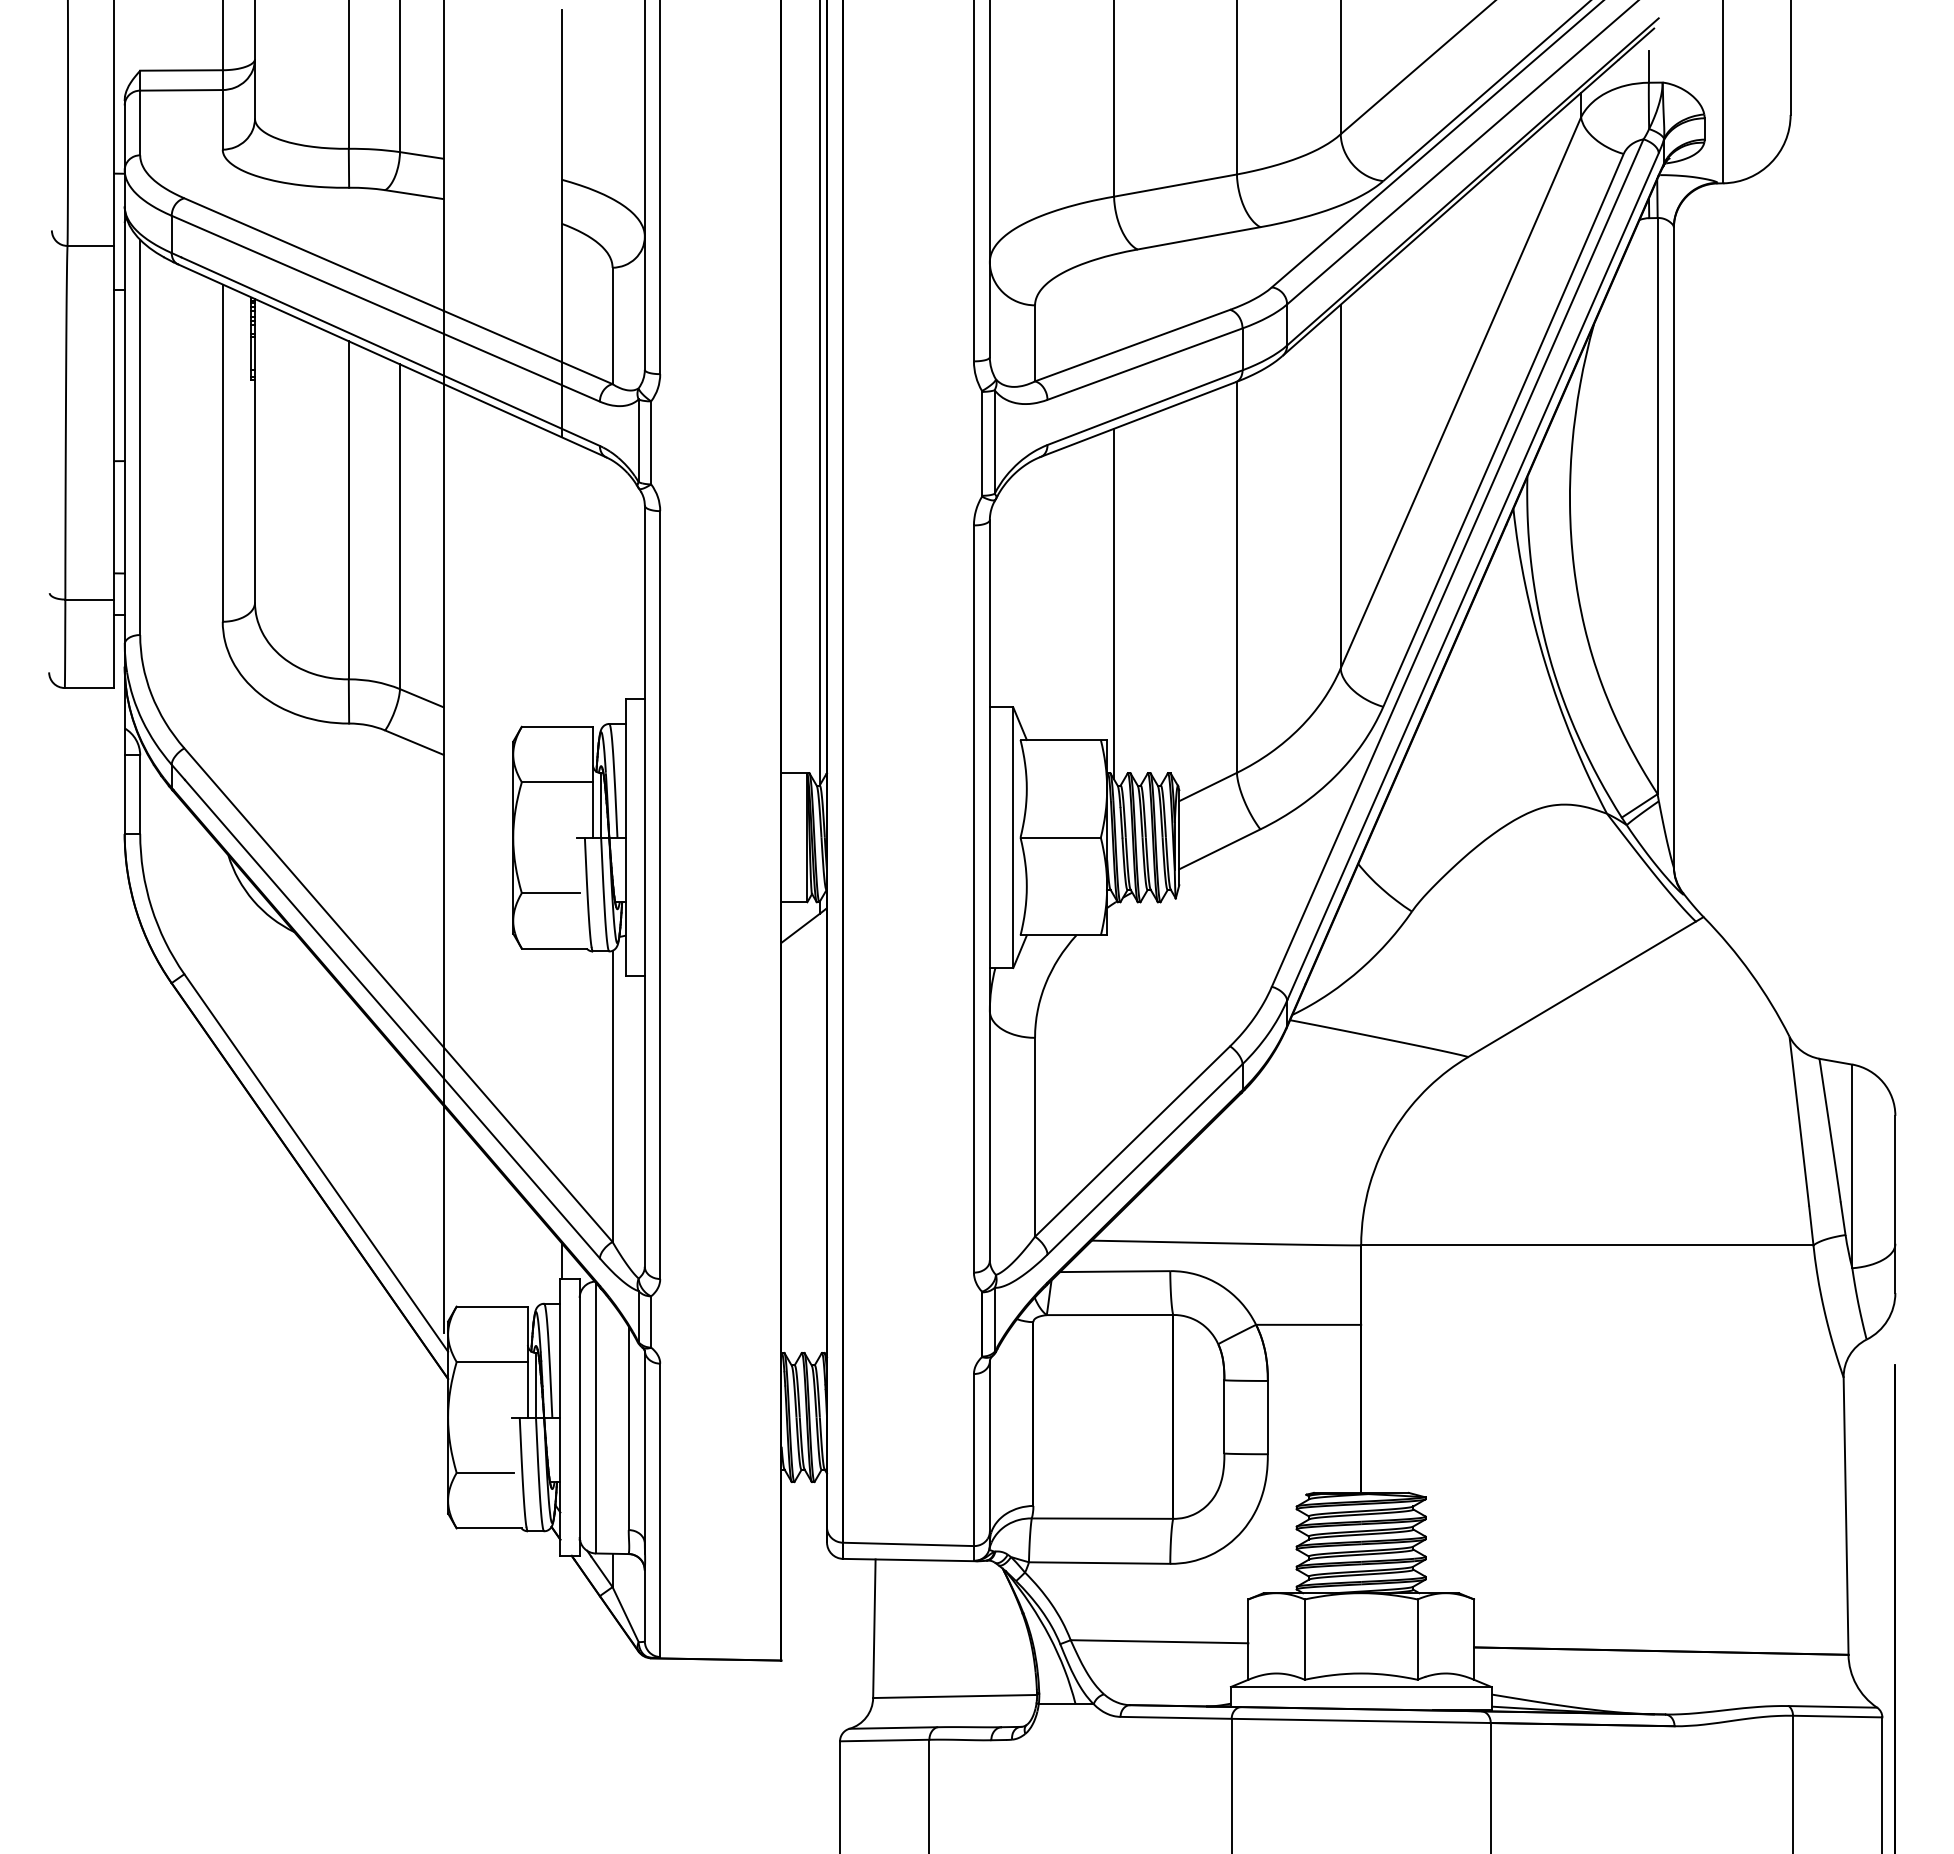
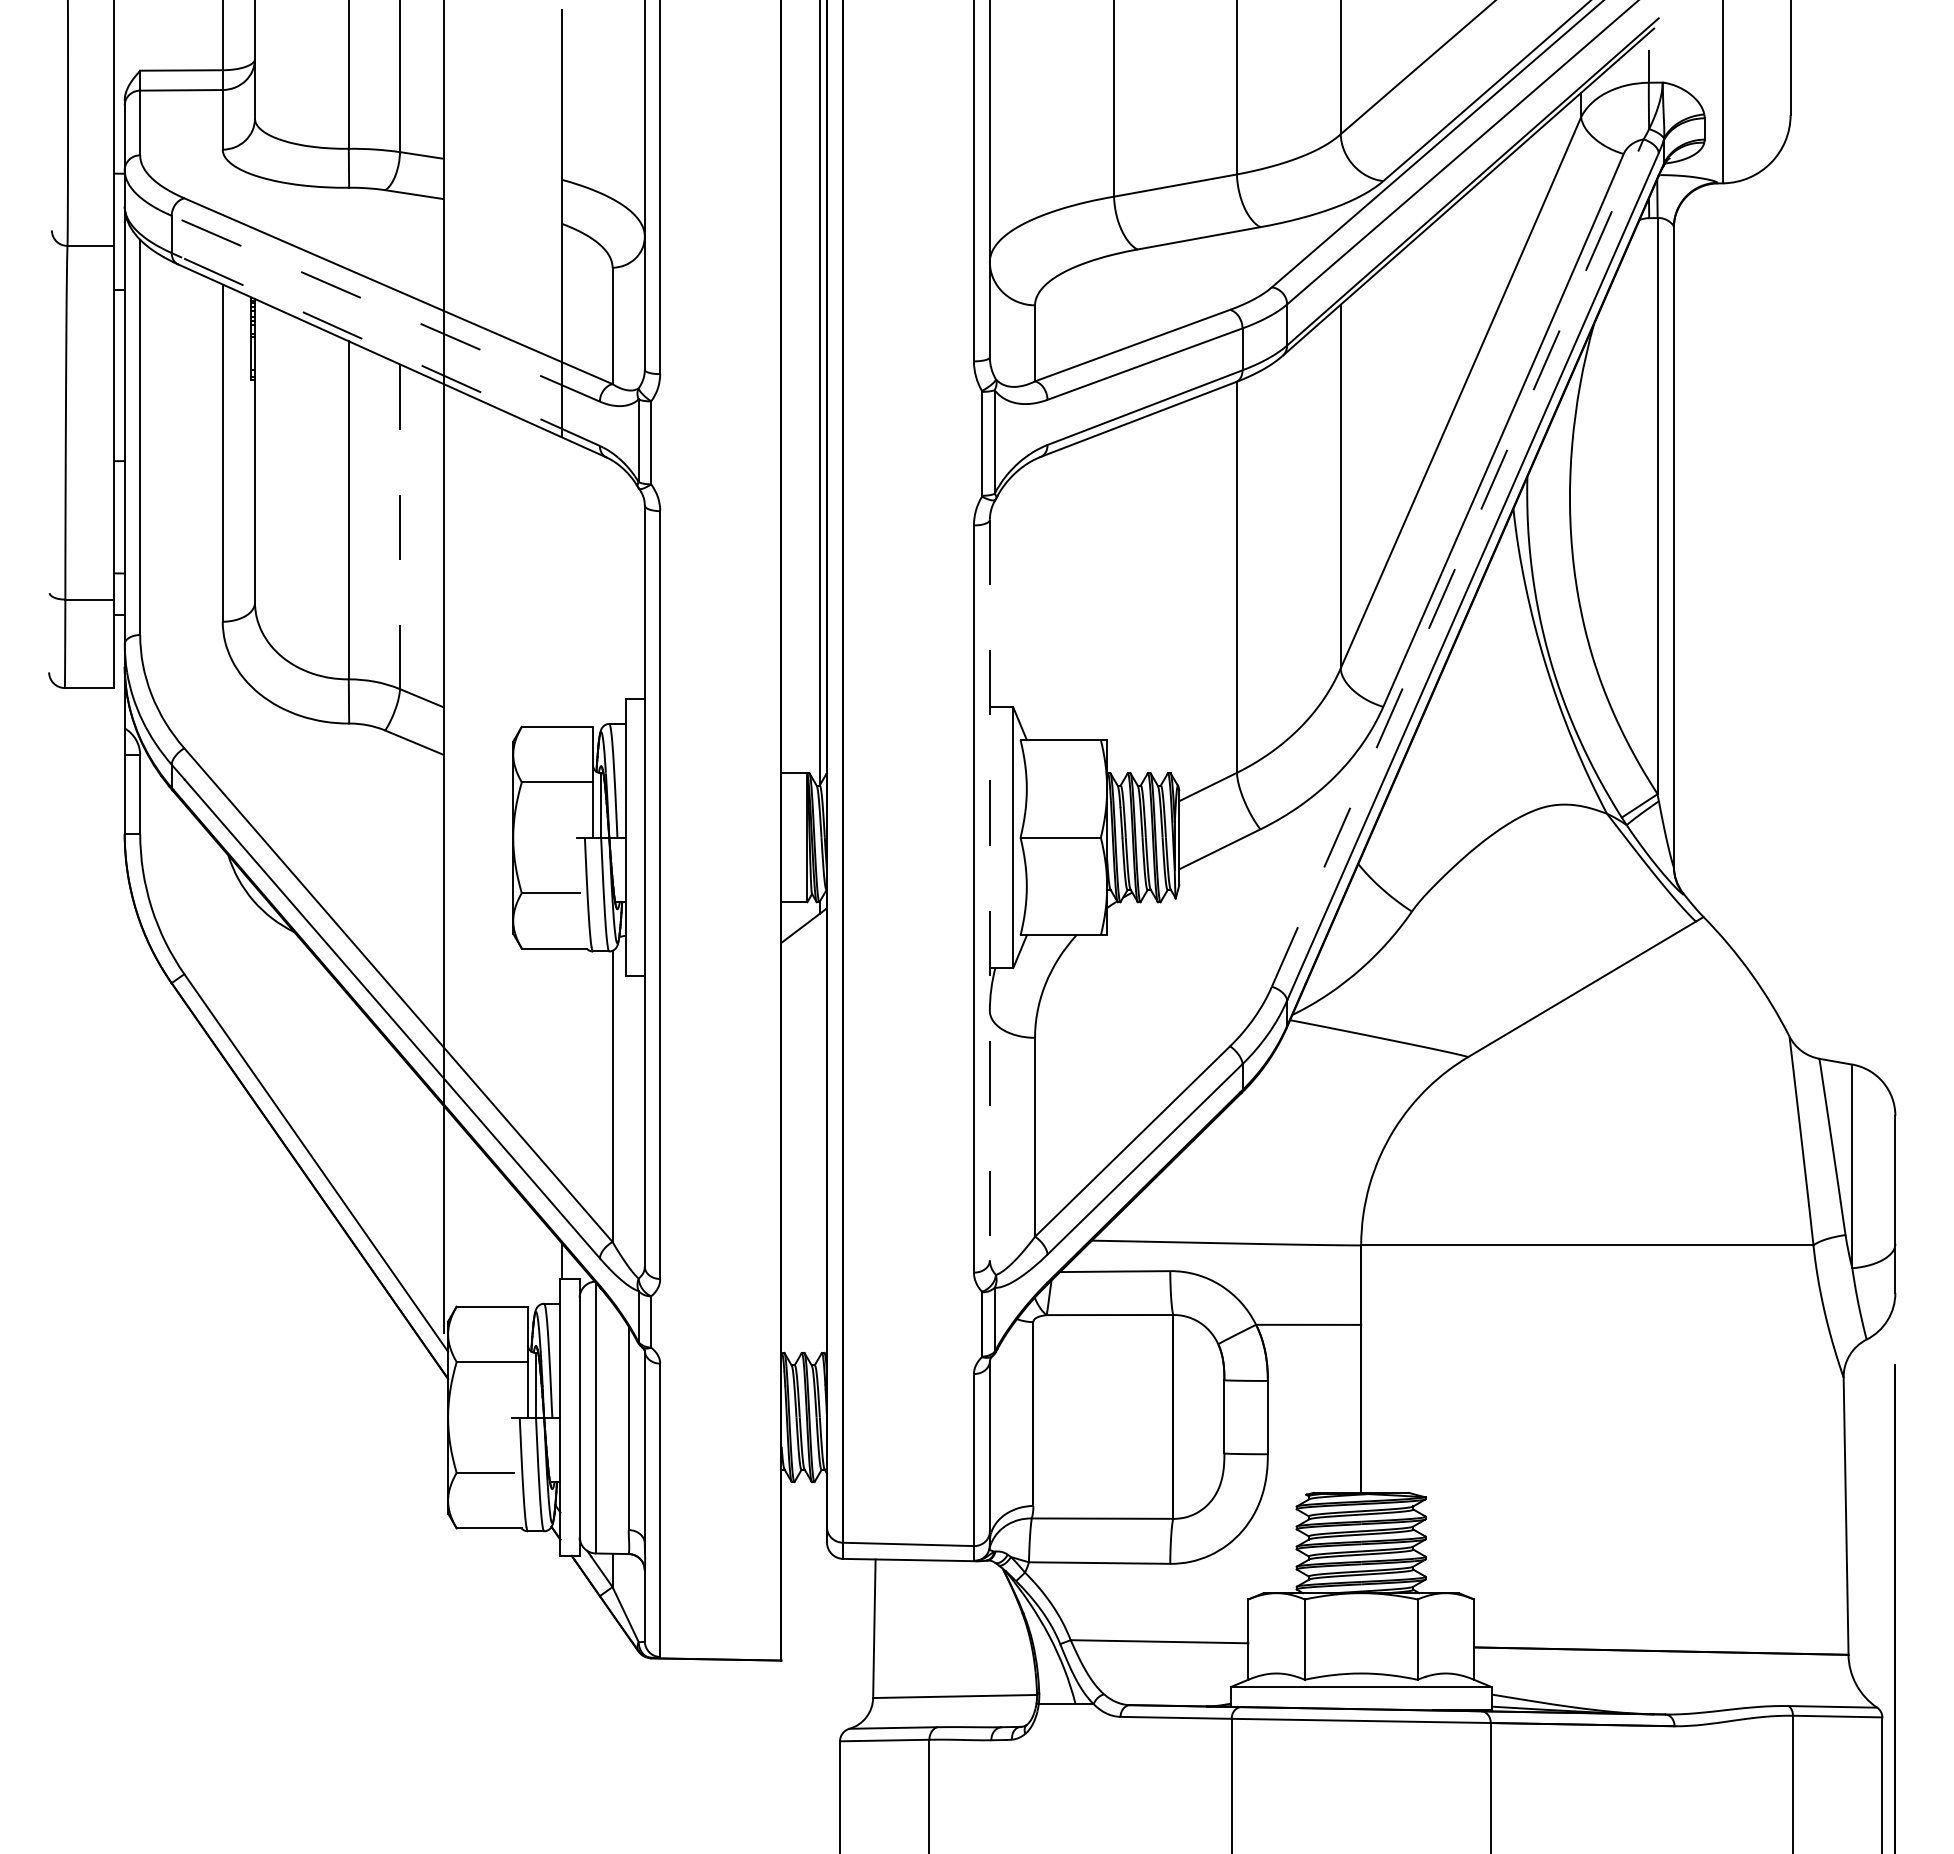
line at (385, 308): solid -> dashed
line at (390, 351): solid -> dashed
line at (400, 527): solid -> dashed
line at (1457, 563): solid -> dashed
line at (1114, 603): present -> none
line at (989, 890): solid -> dashed
